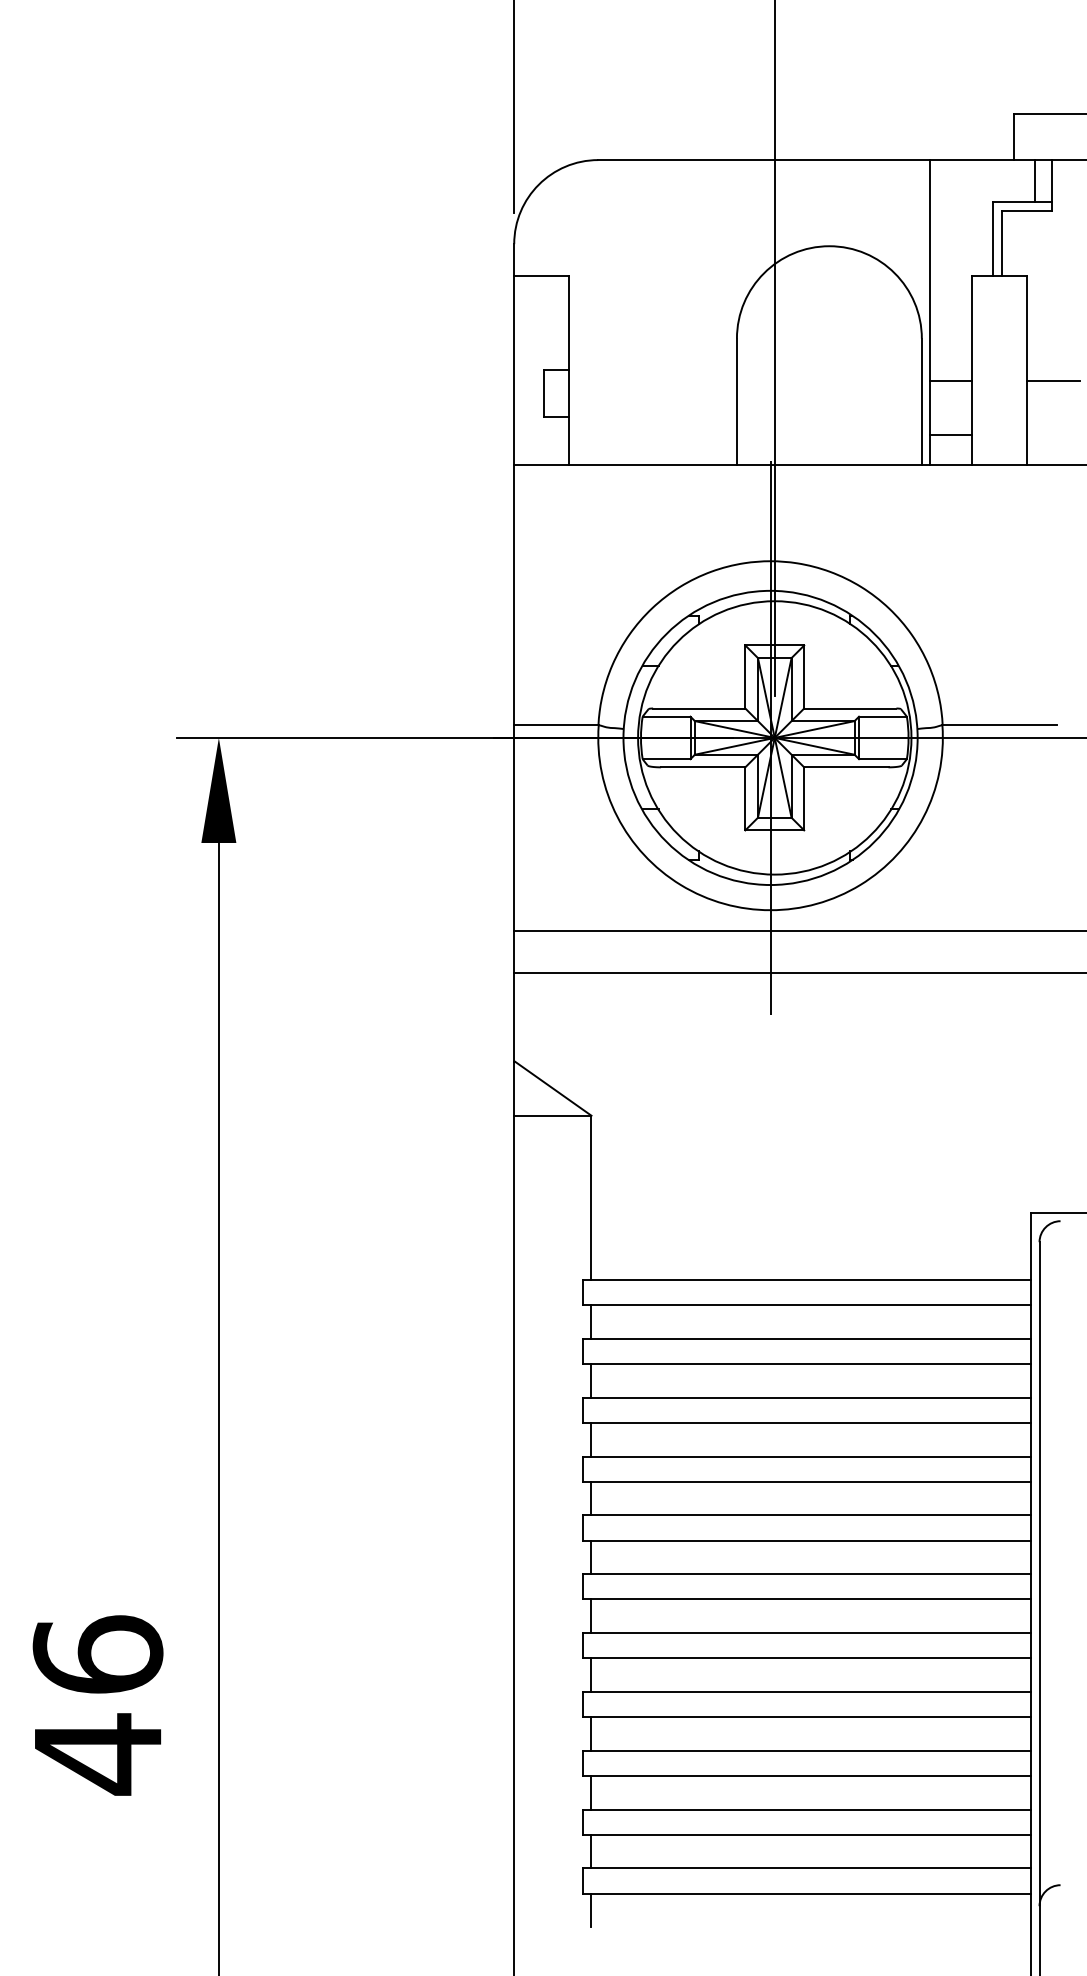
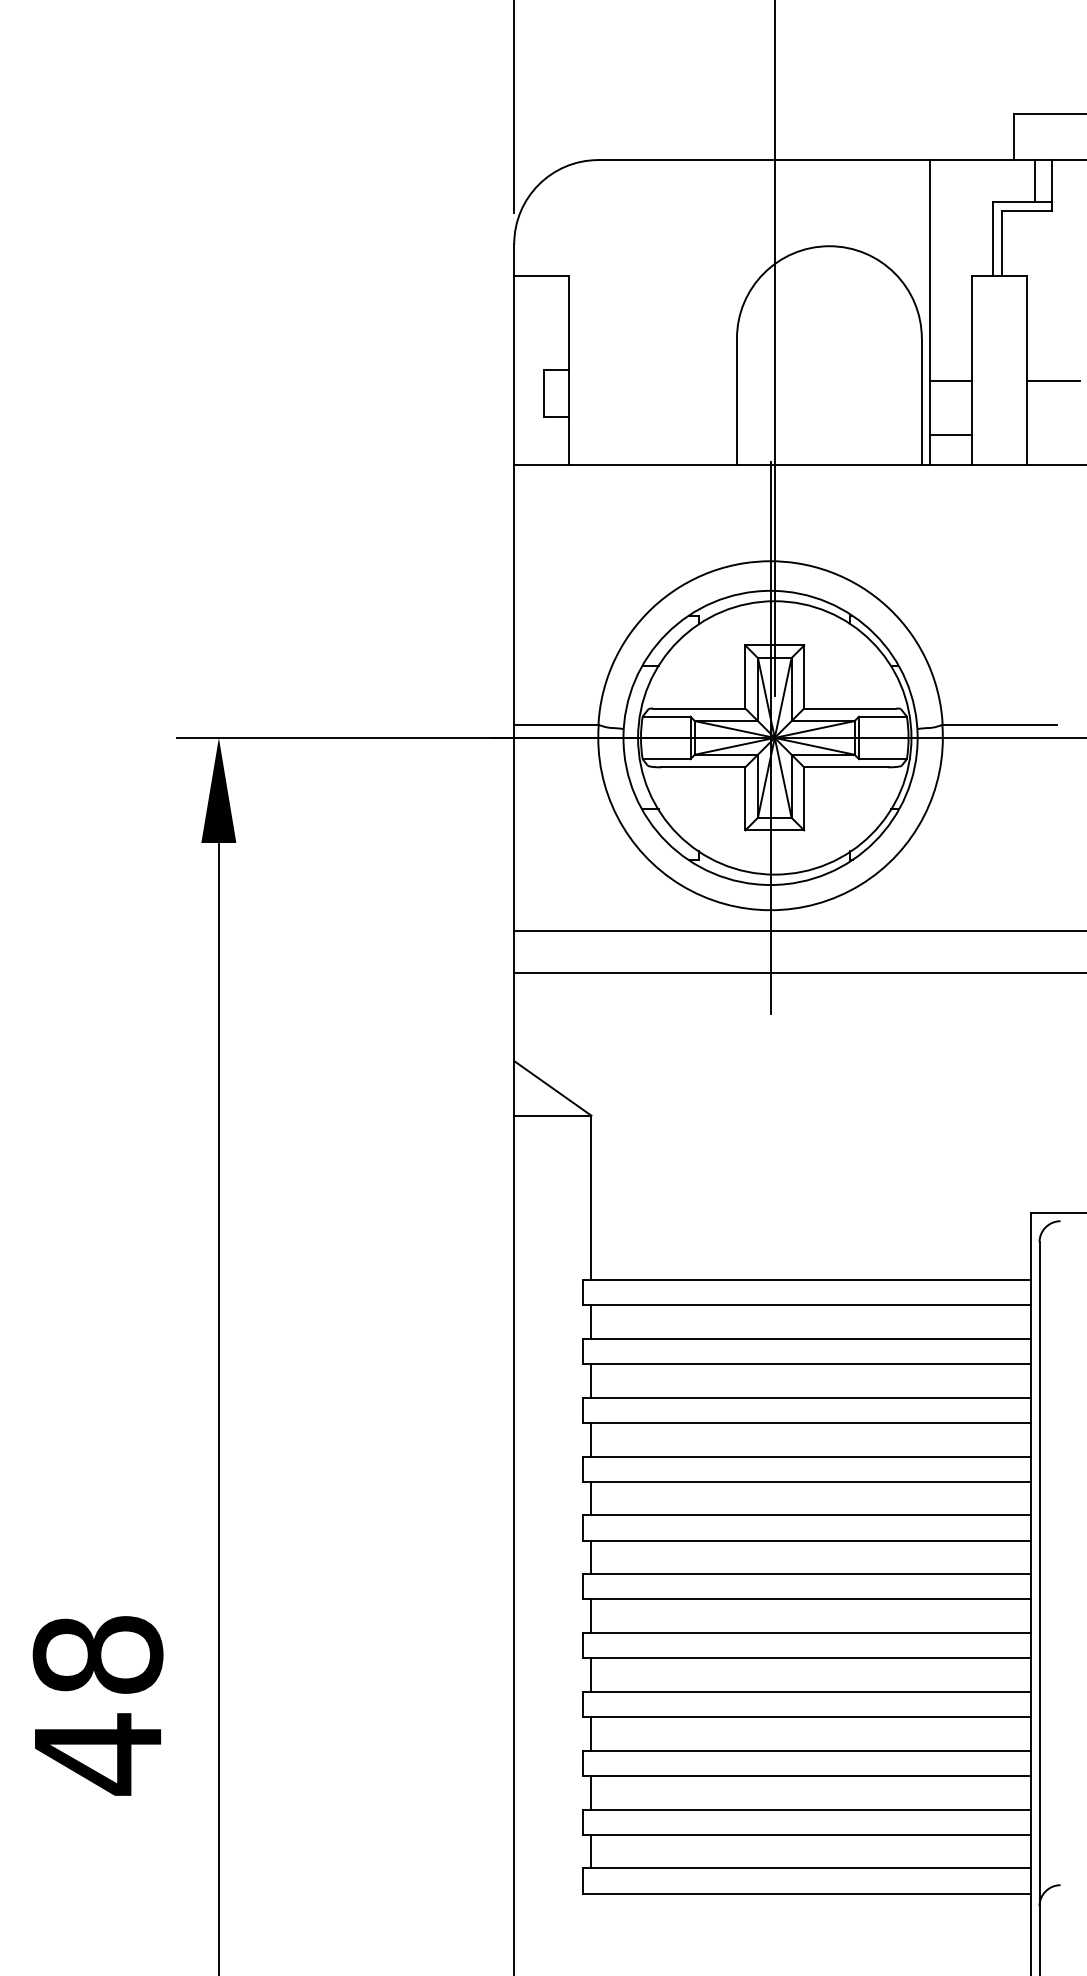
text at (97, 1654): 46 -> 48
line at (591, 1910): present -> none
